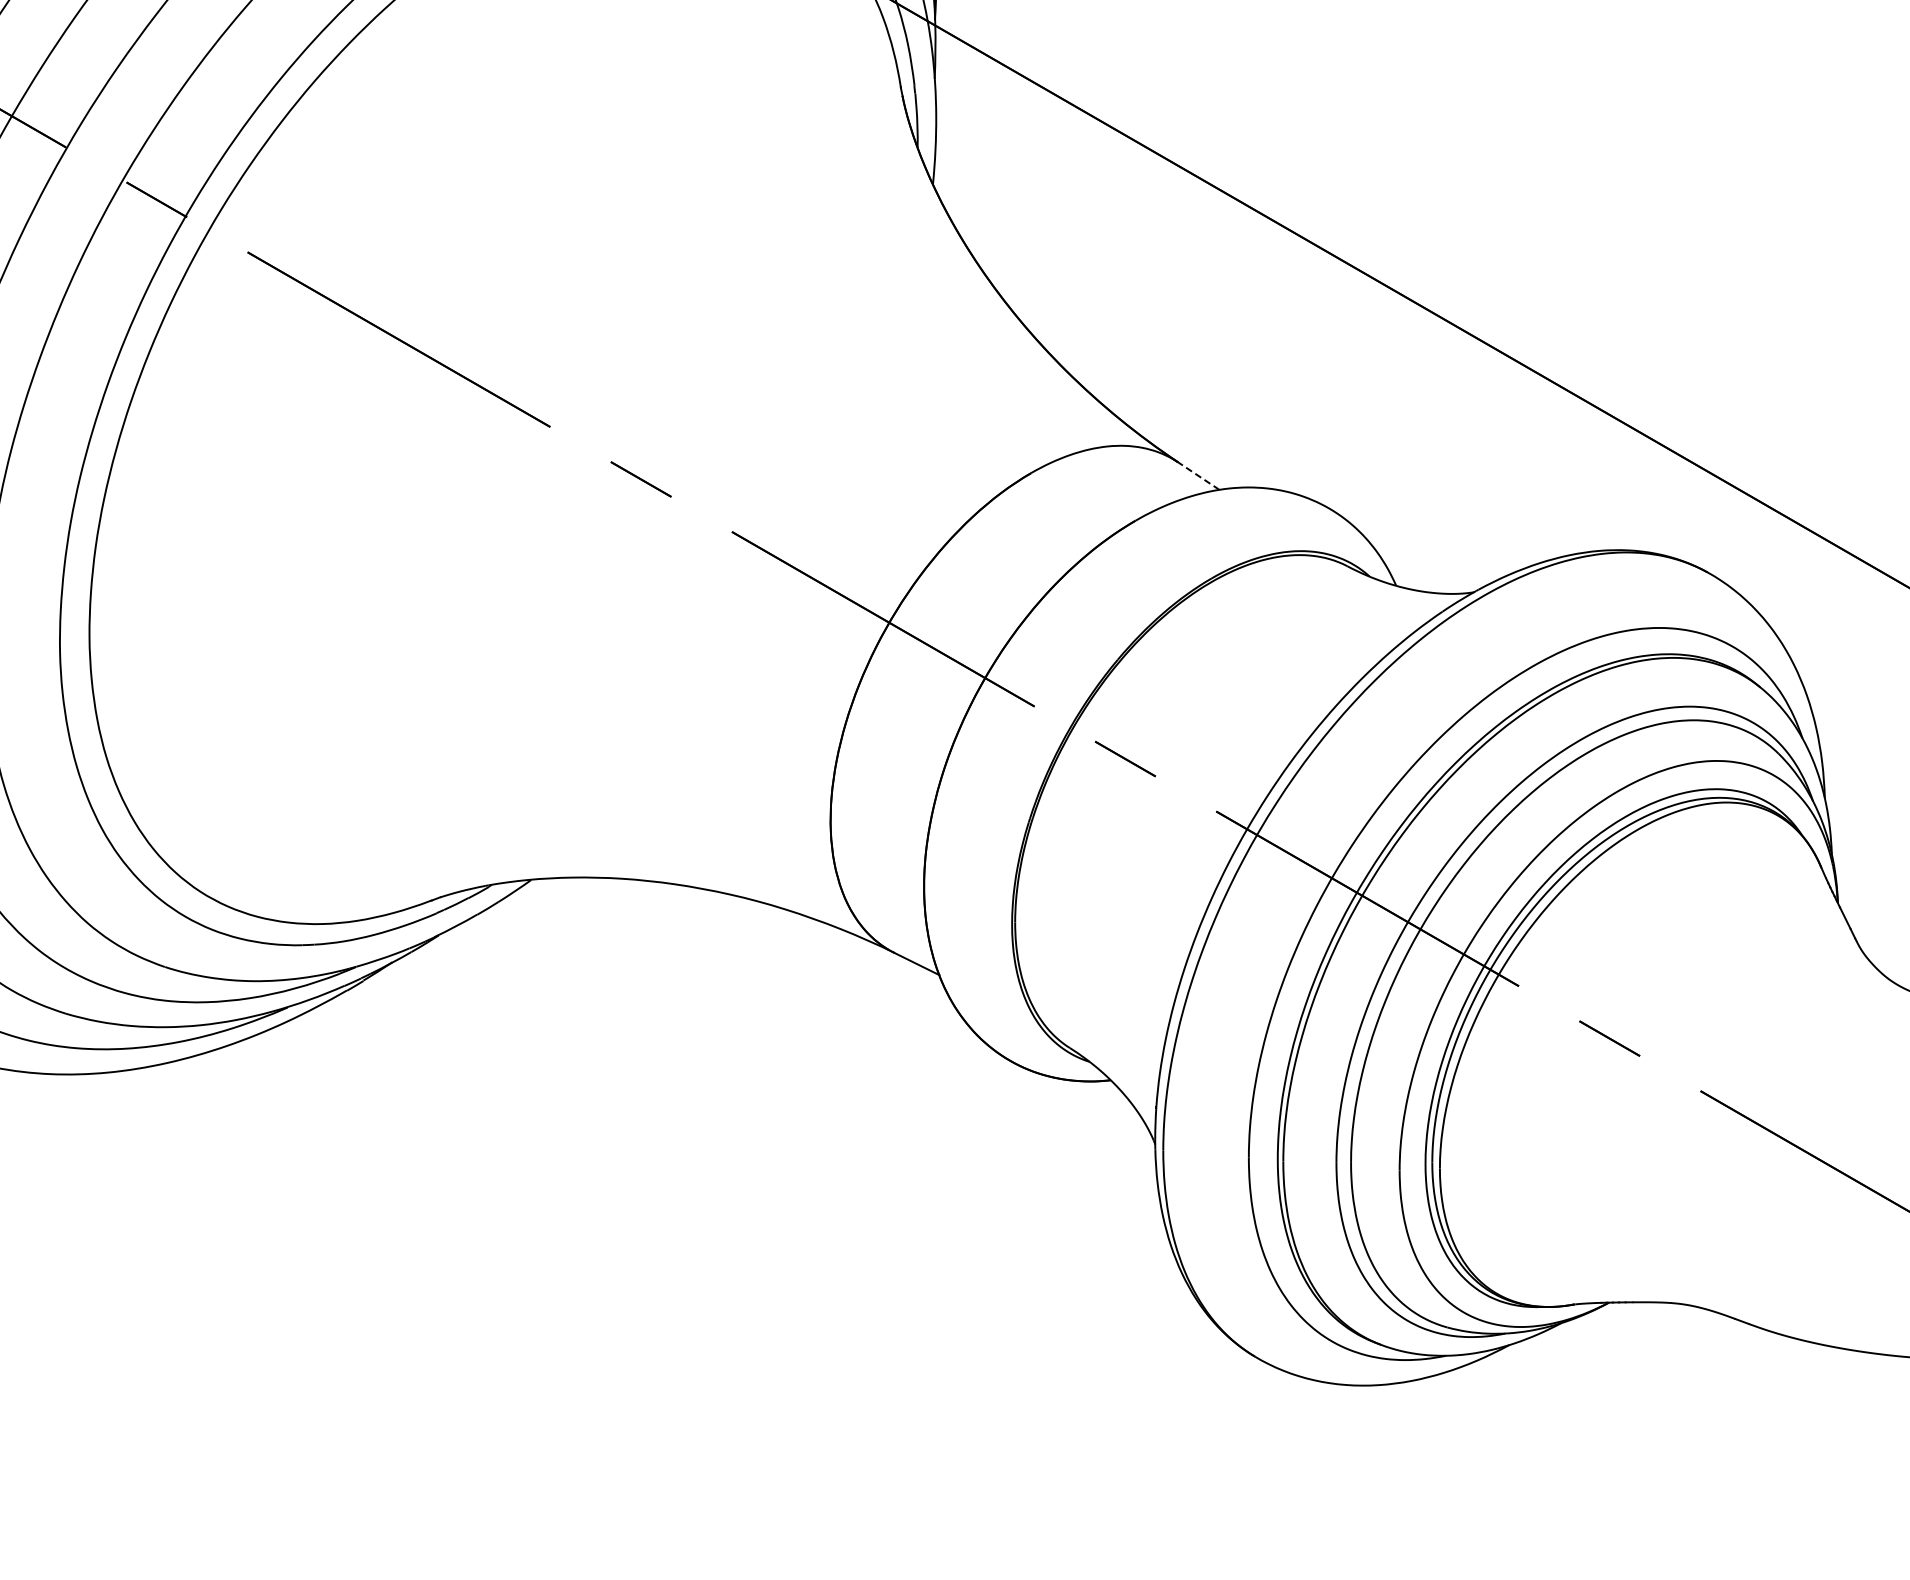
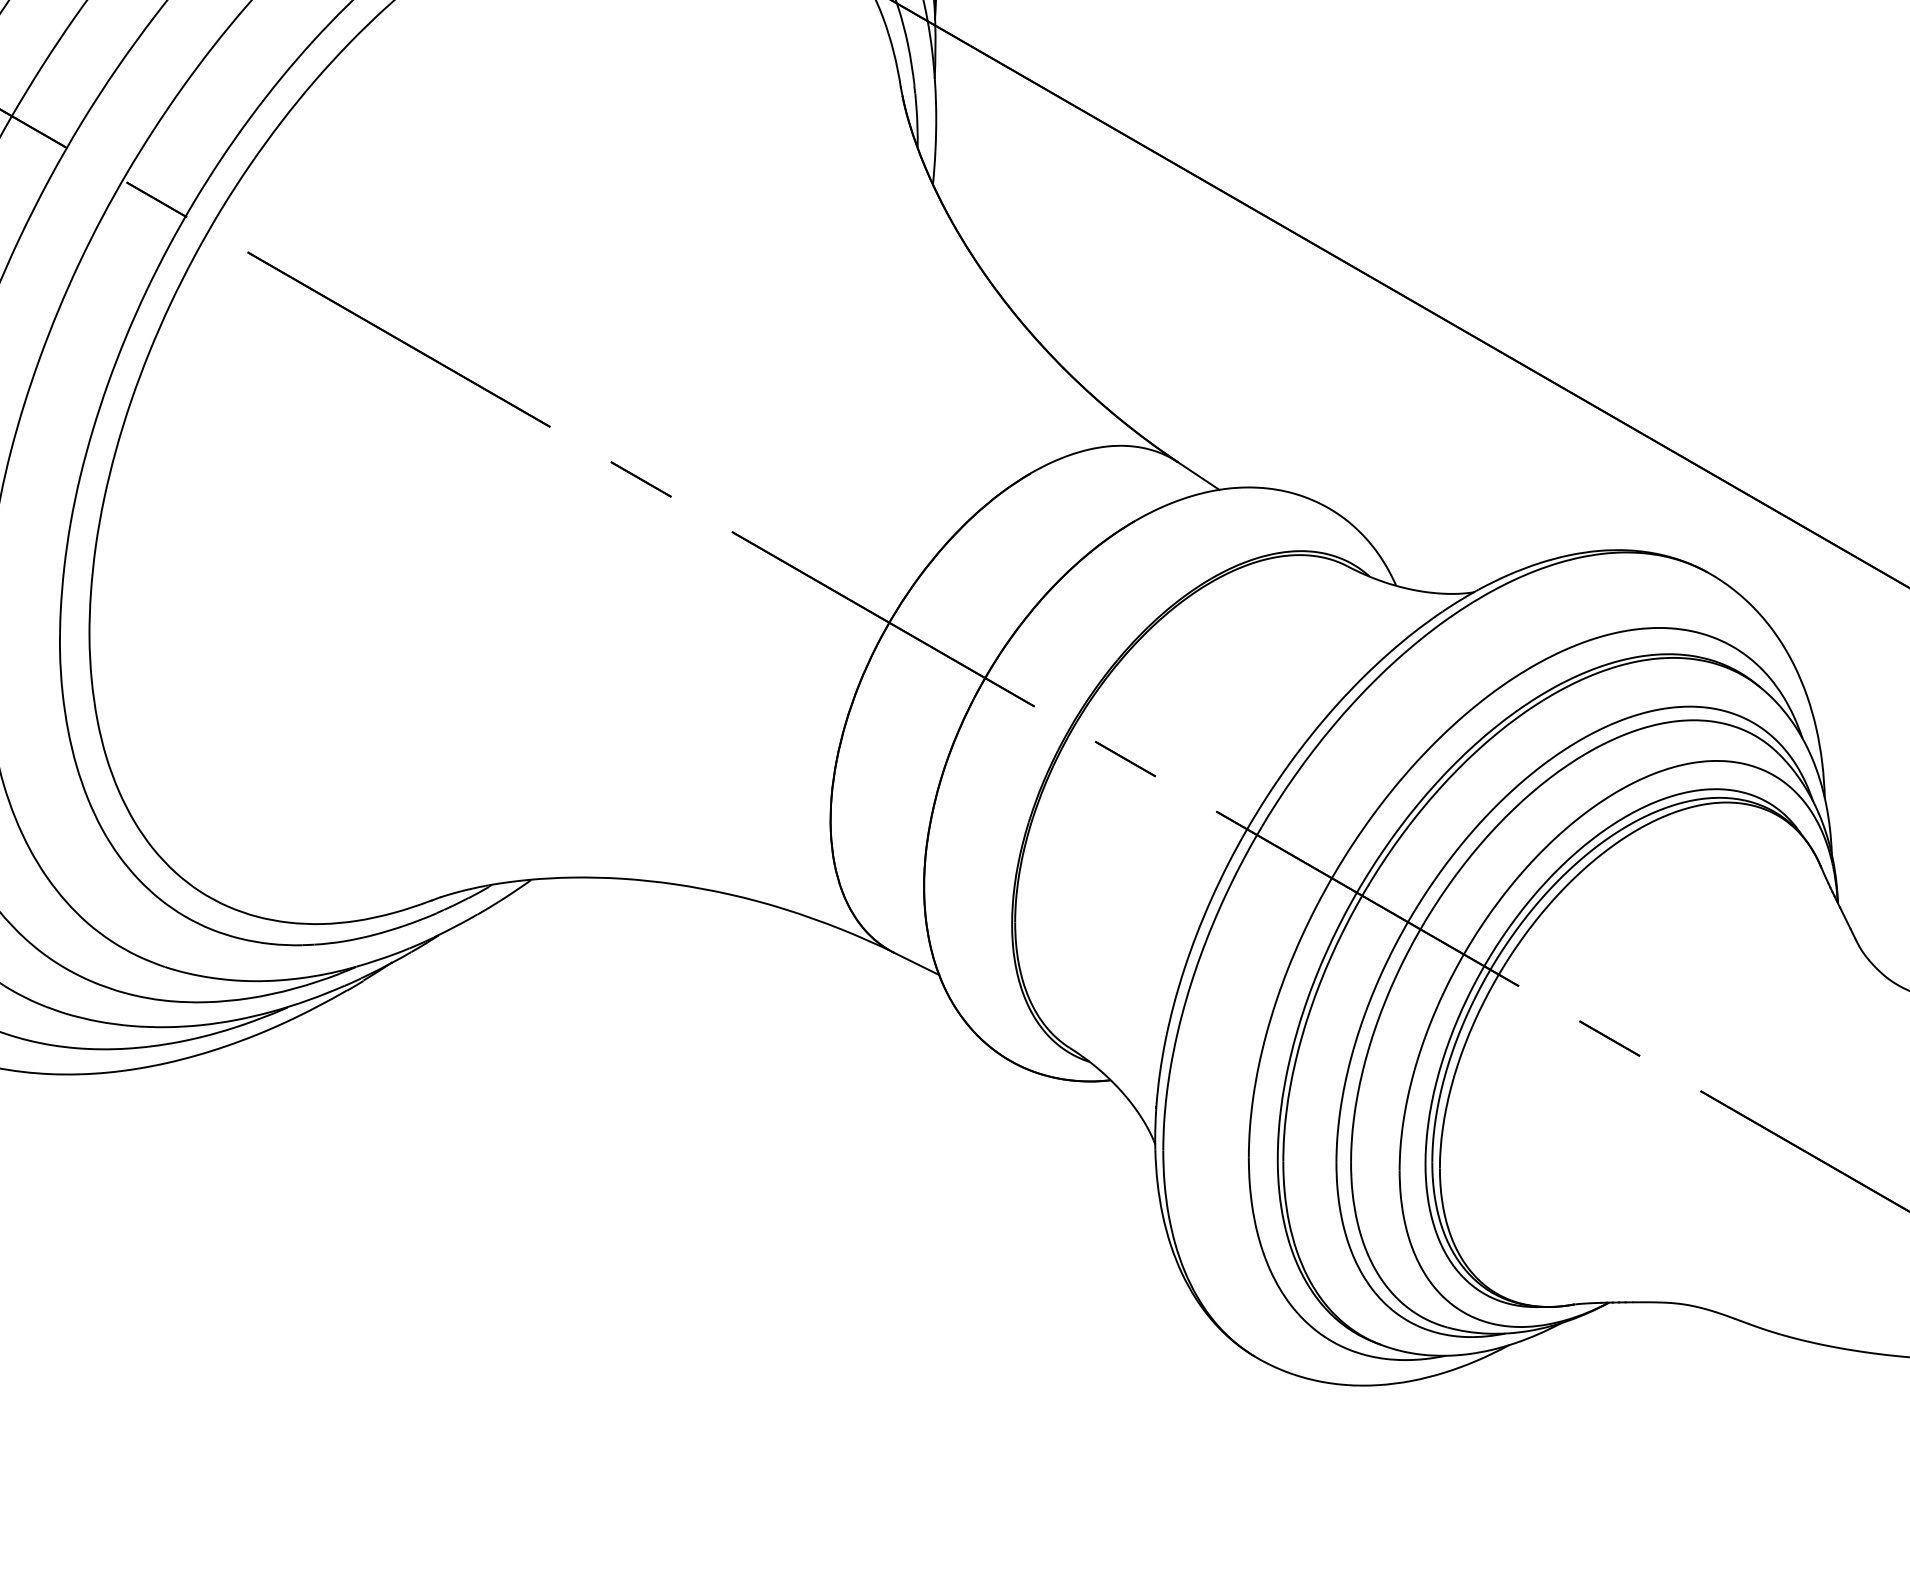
line at (1198, 476): dashed -> solid
